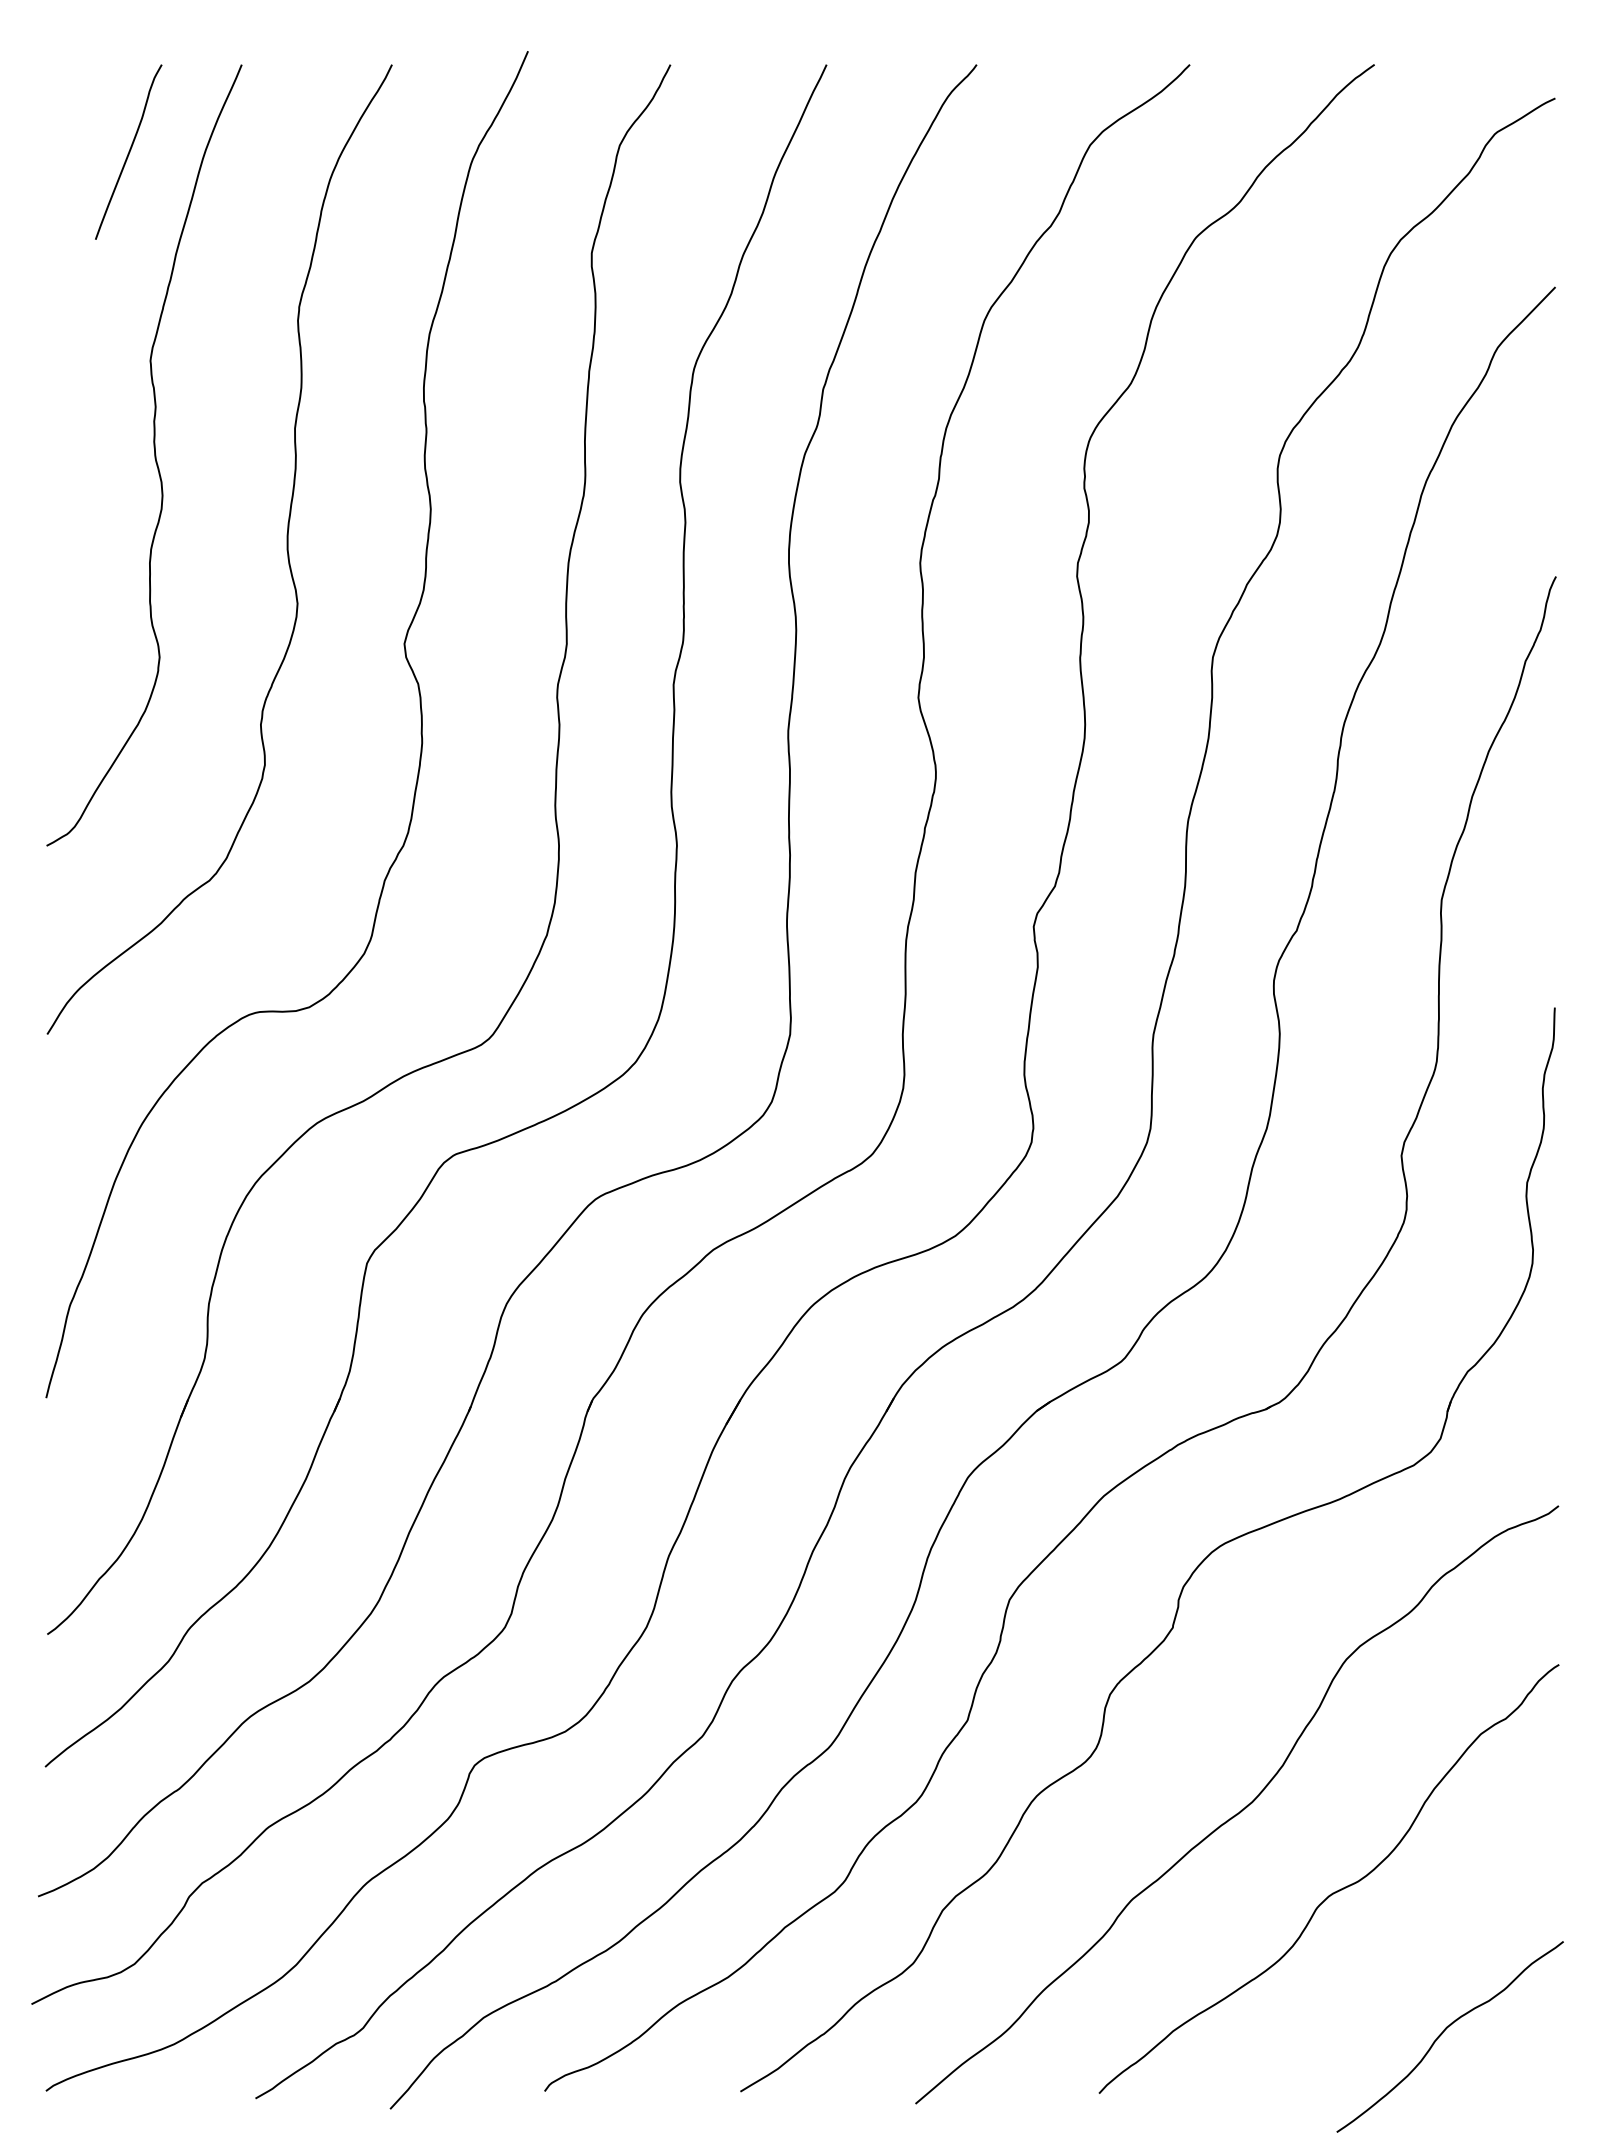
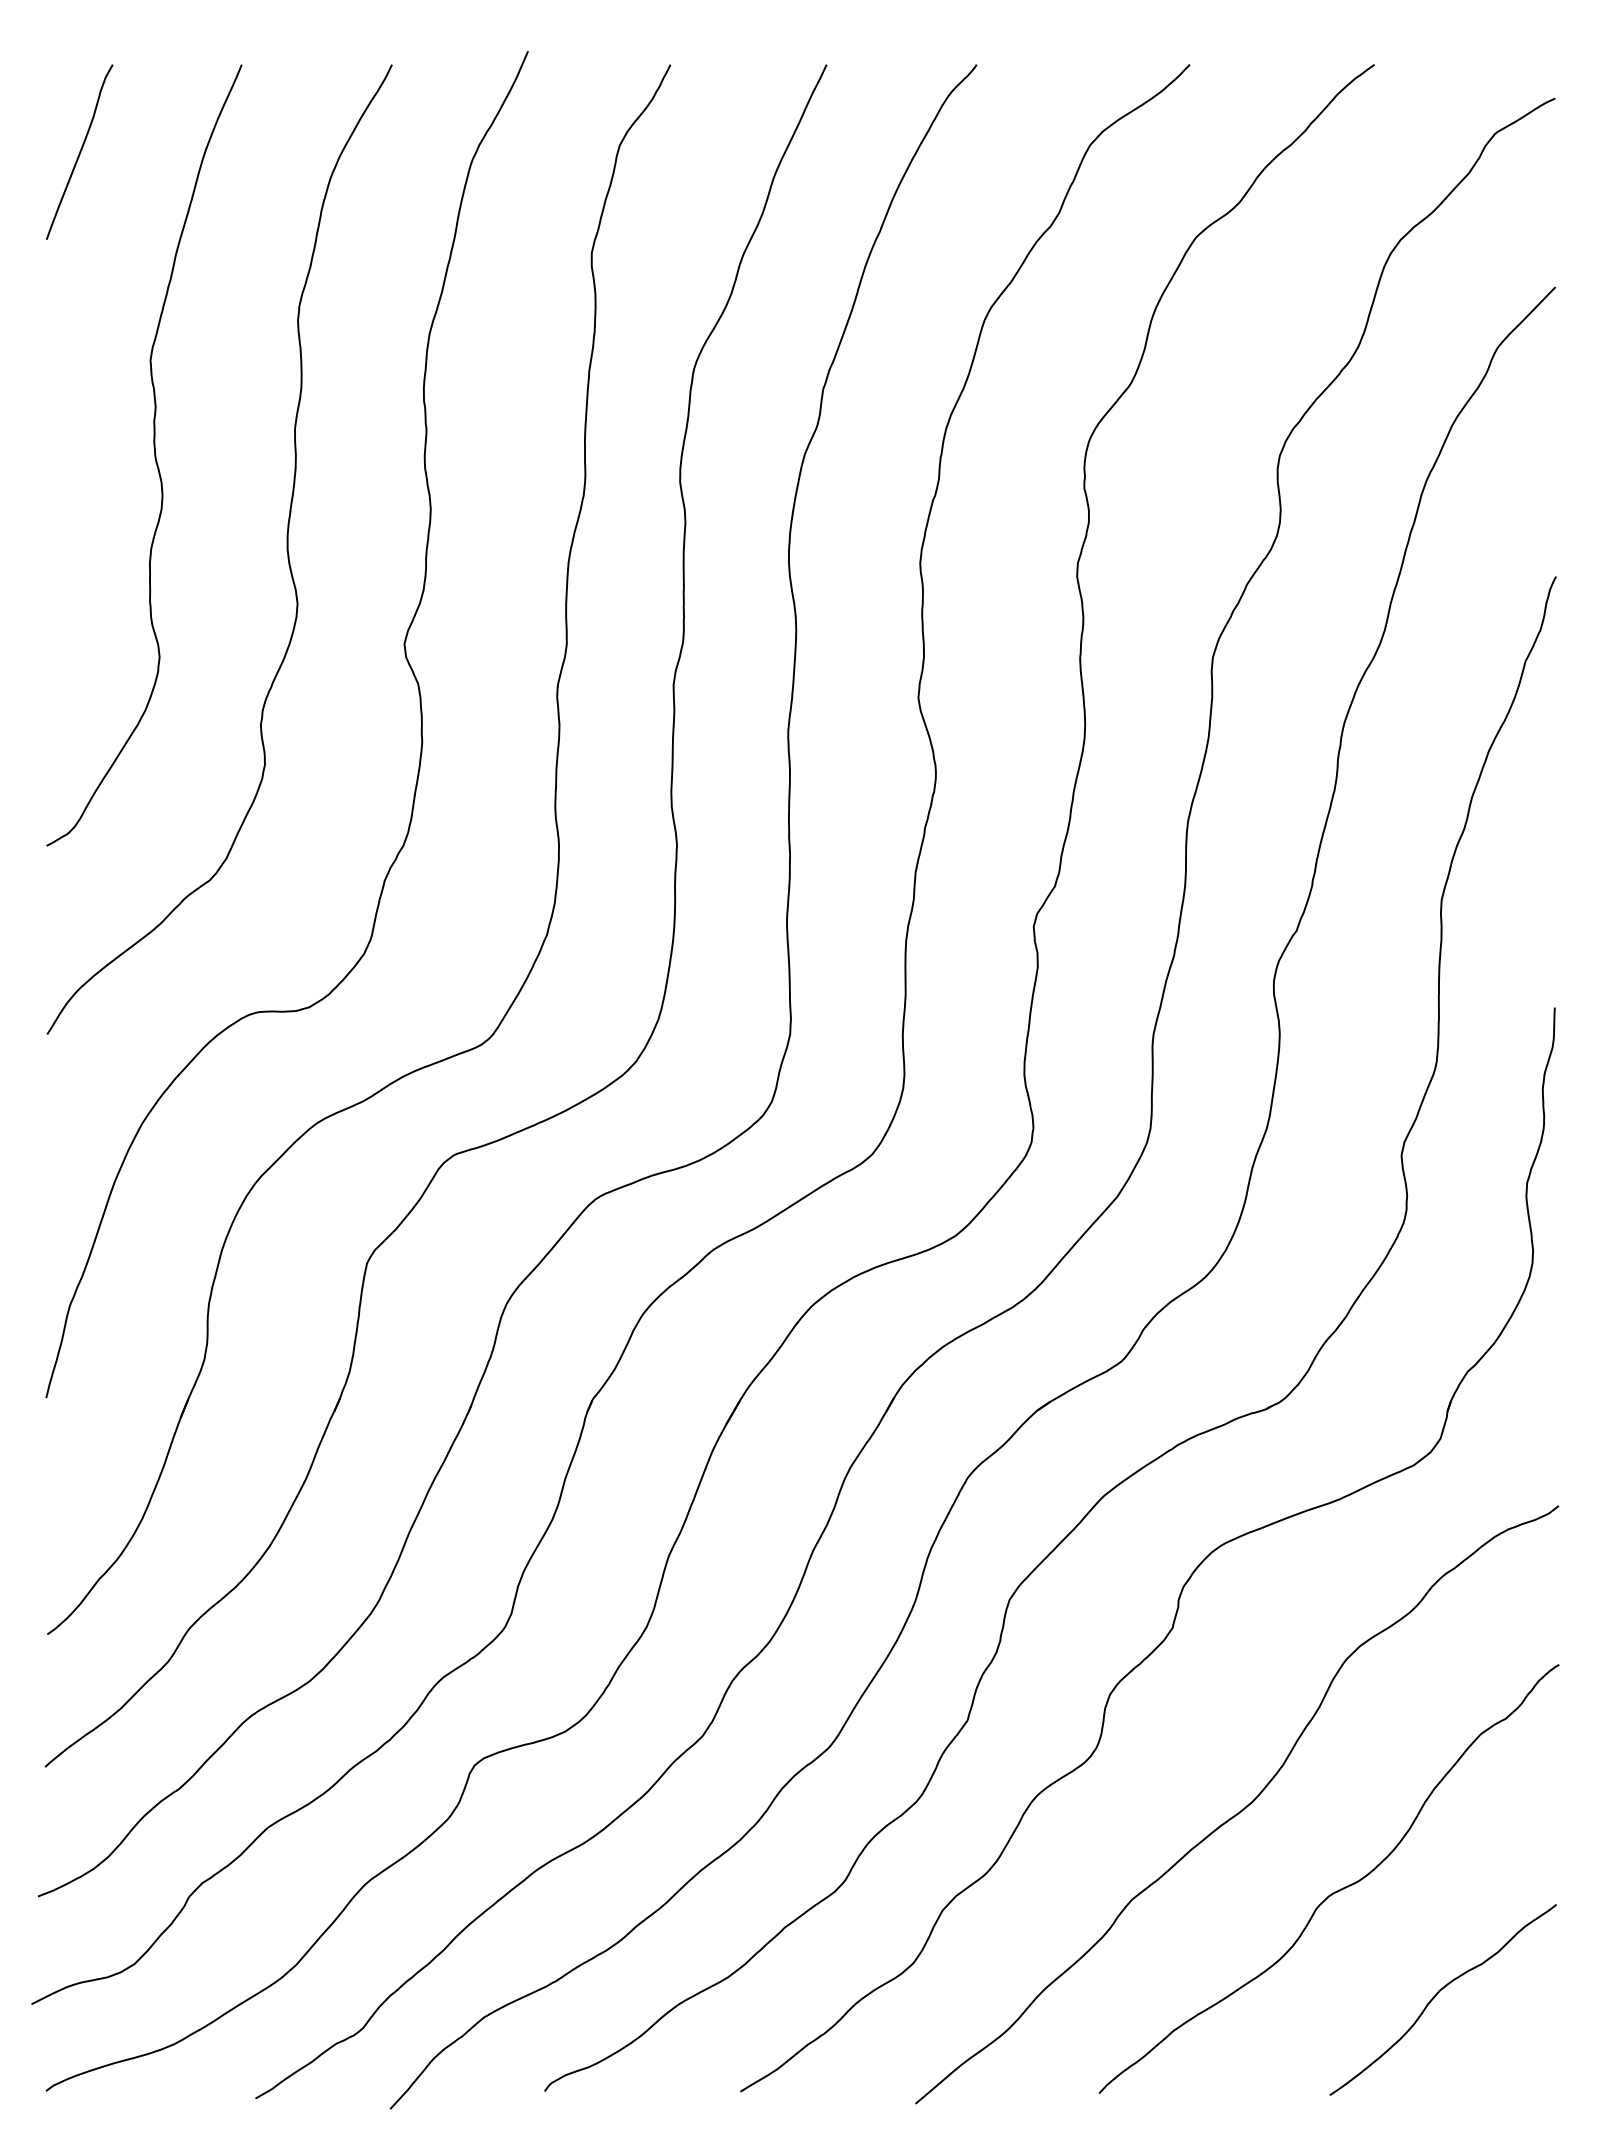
curve at (128, 151) position: (128, 151) -> (79, 151)
curve at (1443, 2033) position: (1443, 2033) -> (1436, 1996)
